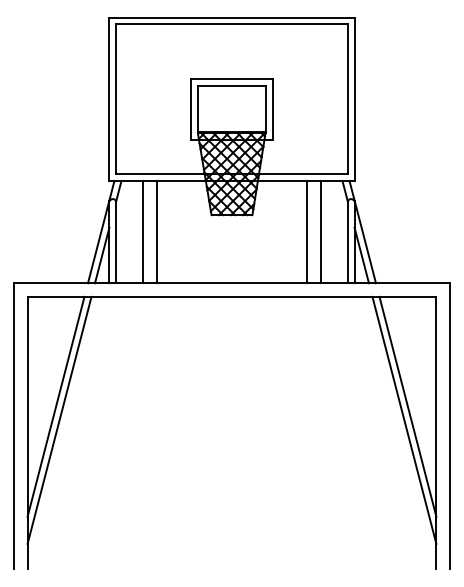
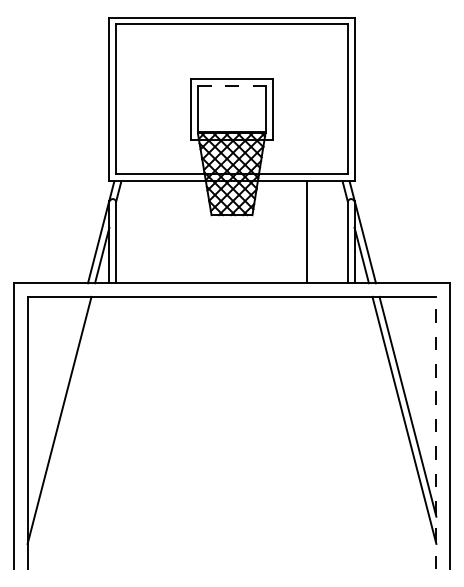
line at (232, 85): solid -> dashed
line at (143, 232): present -> none
line at (157, 232): present -> none
line at (320, 232): present -> none
line at (55, 406): present -> none
line at (436, 432): solid -> dashed
